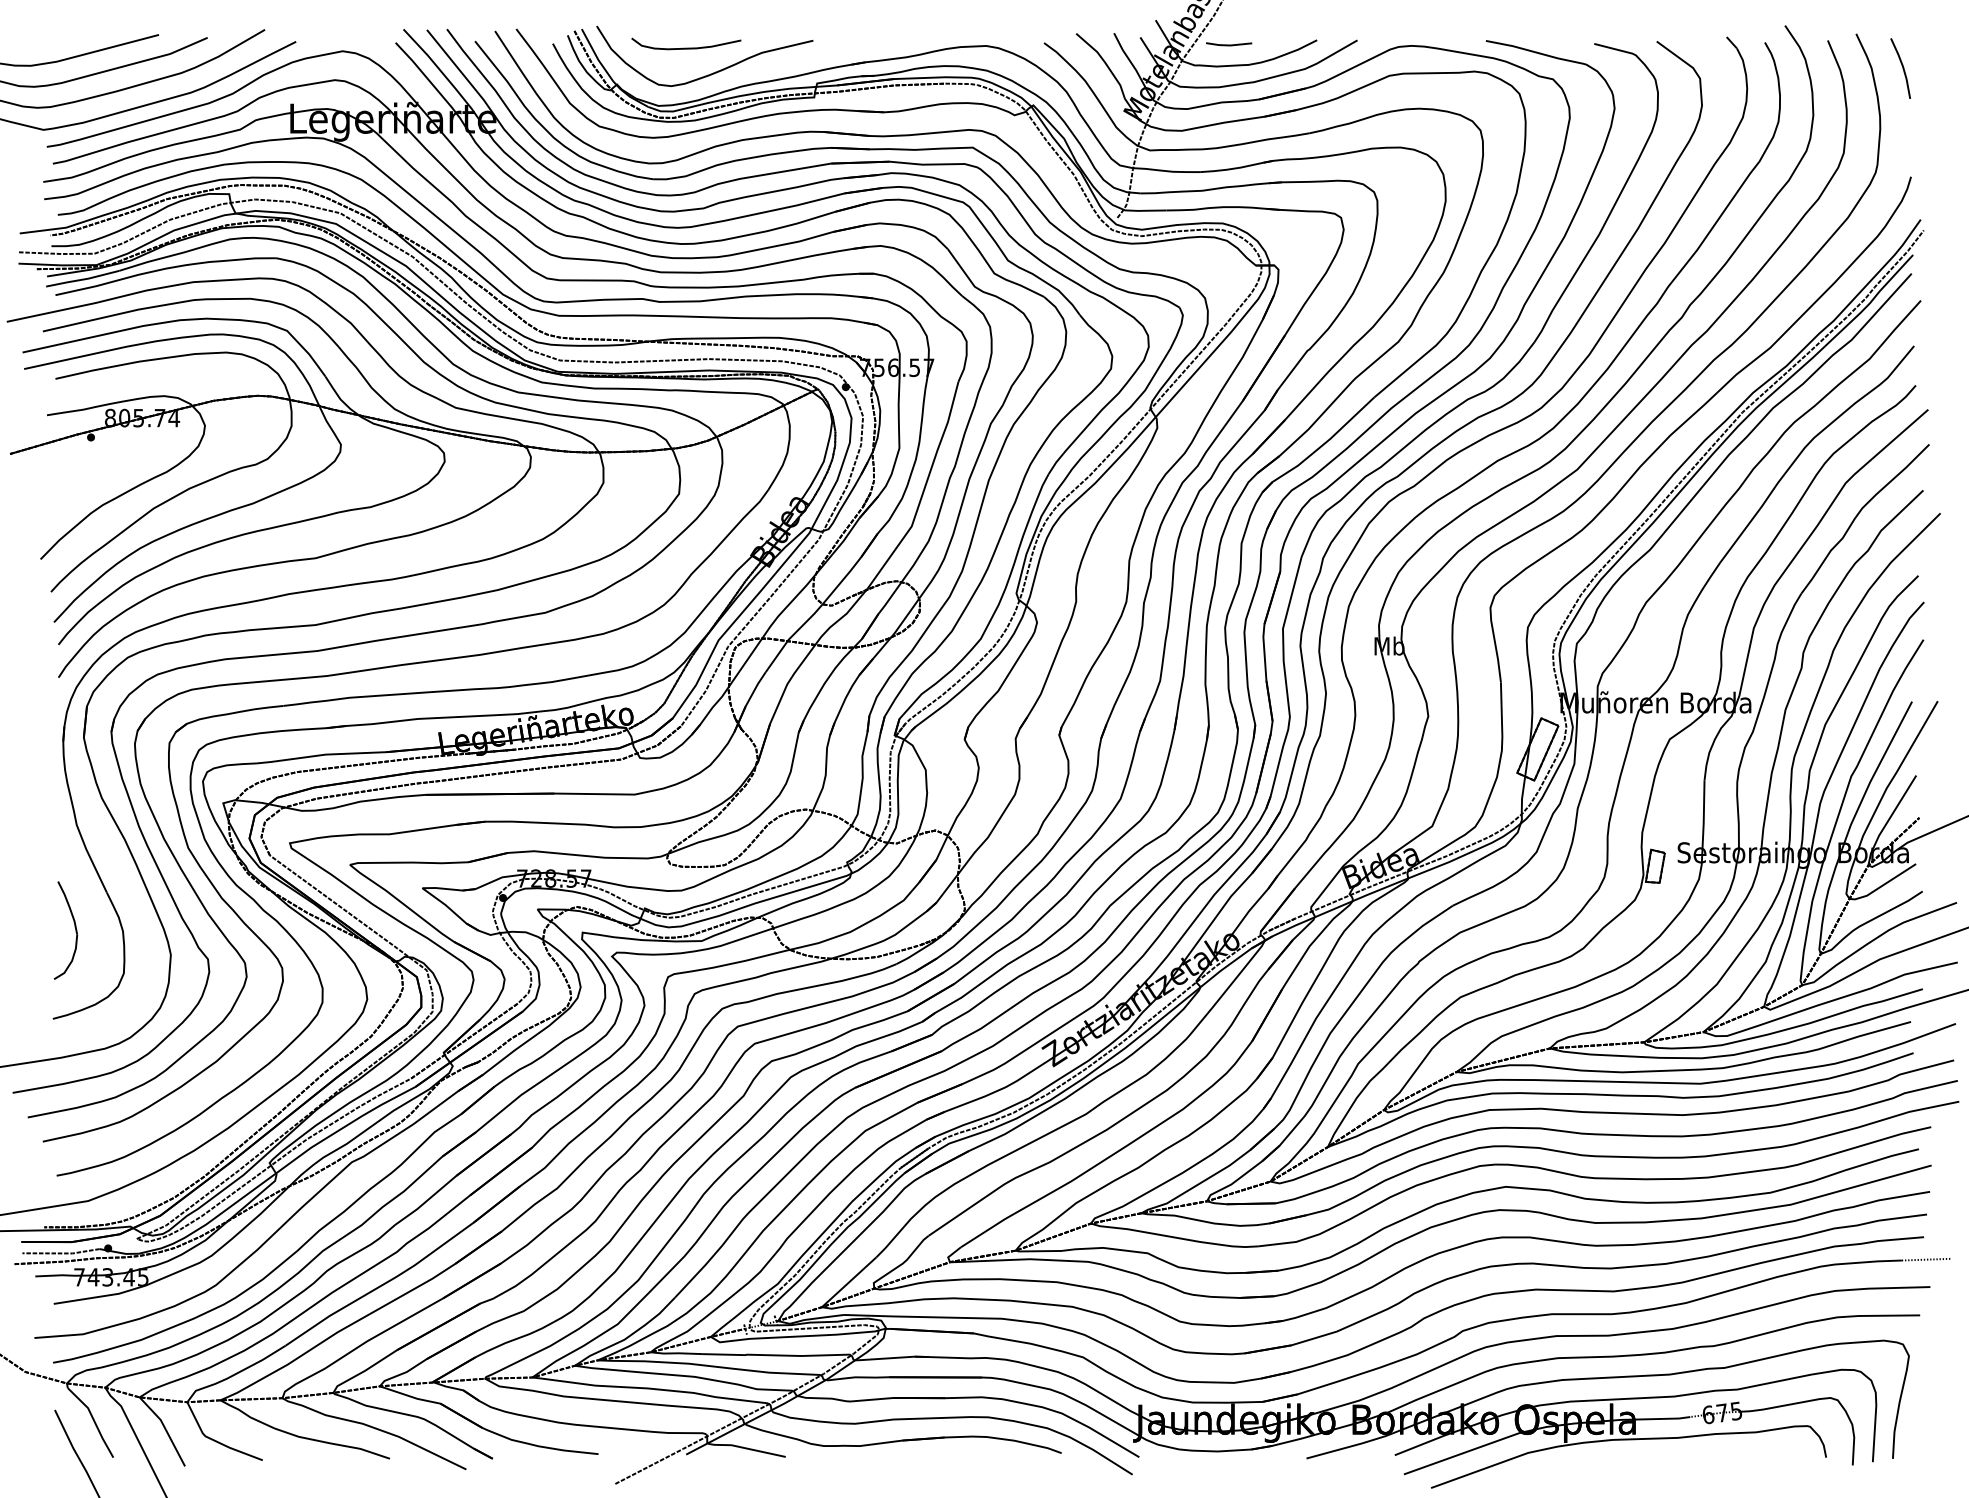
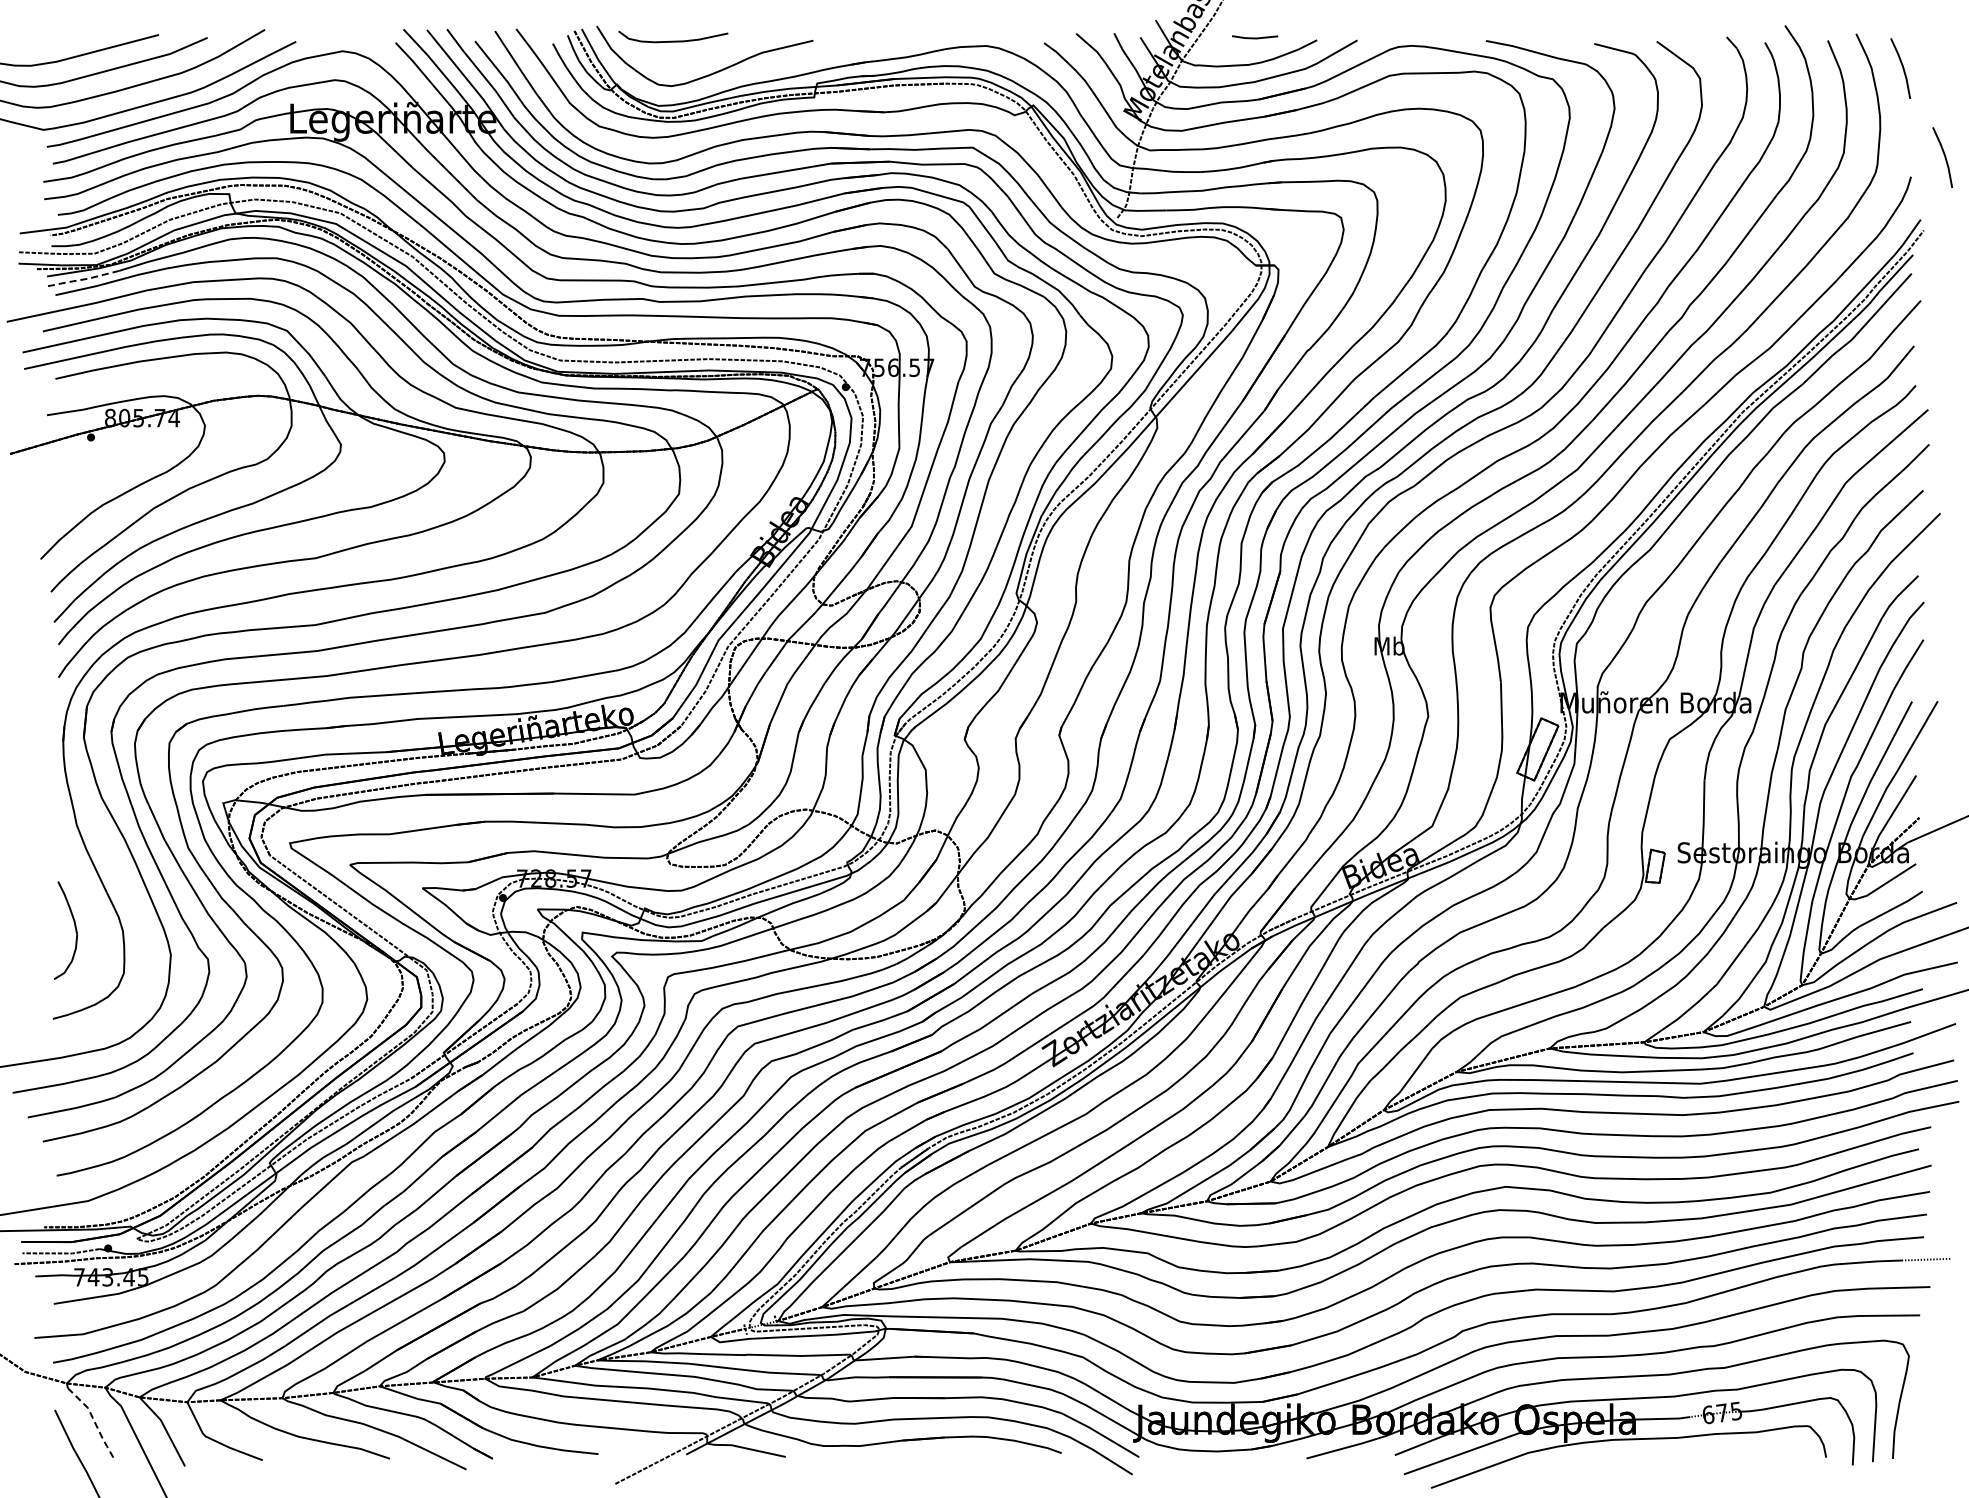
line at (1229, 44) position: (1229, 44) -> (1255, 37)
curve at (686, 47) position: (686, 47) -> (673, 40)
line at (1944, 157): none -> present
line at (82, 279): solid -> dashed
line at (94, 1420): solid -> dashed
